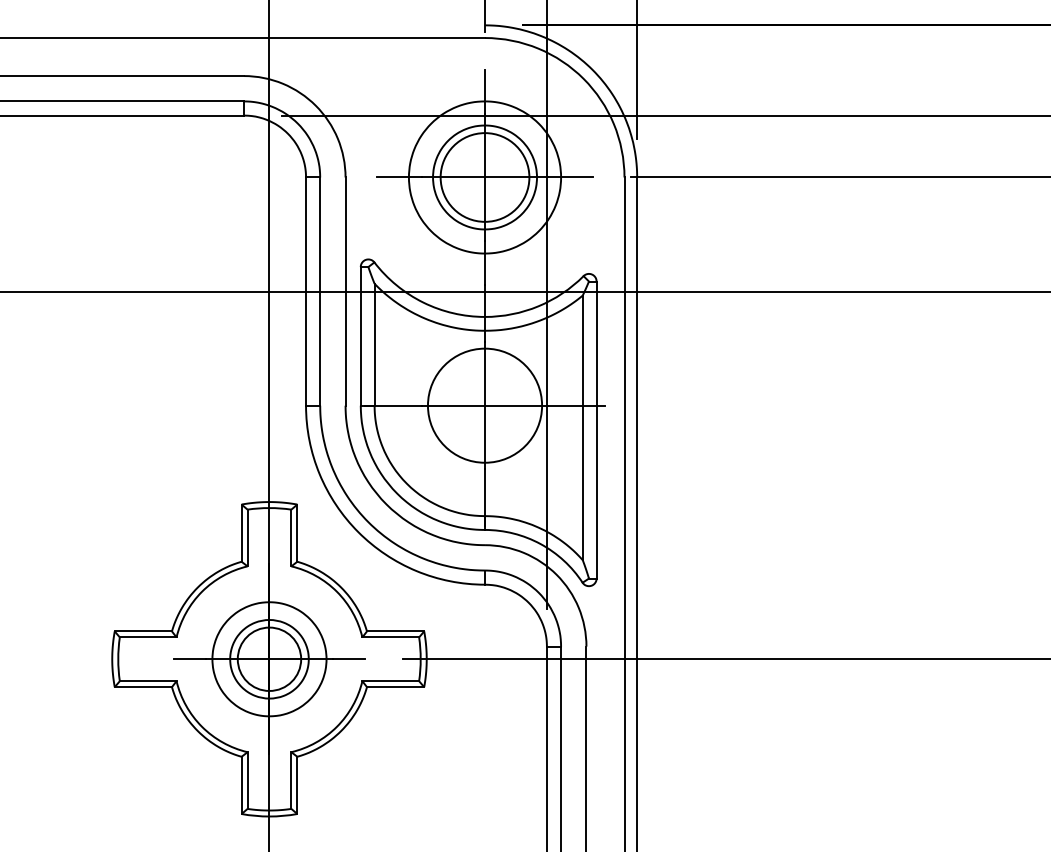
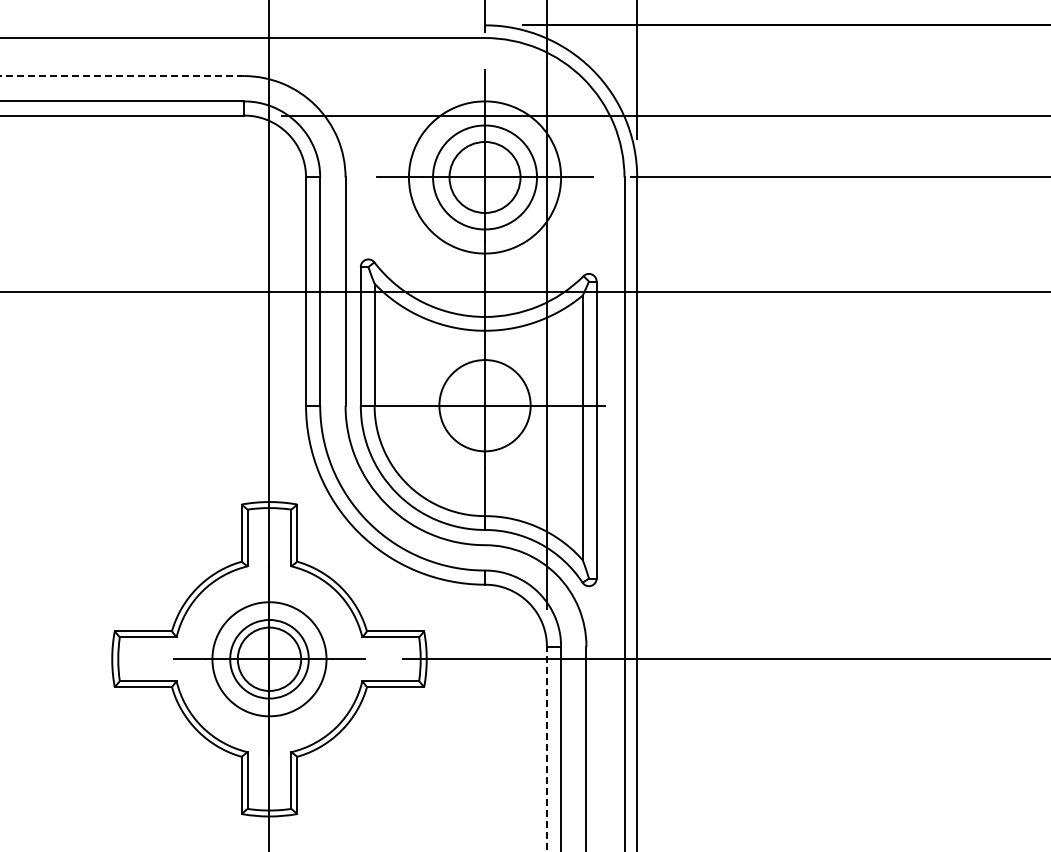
line at (122, 76): solid -> dashed
circle at (484, 177) diameter: 89 px -> 71 px
circle at (484, 405) diameter: 114 px -> 91 px
line at (546, 748): solid -> dashed
